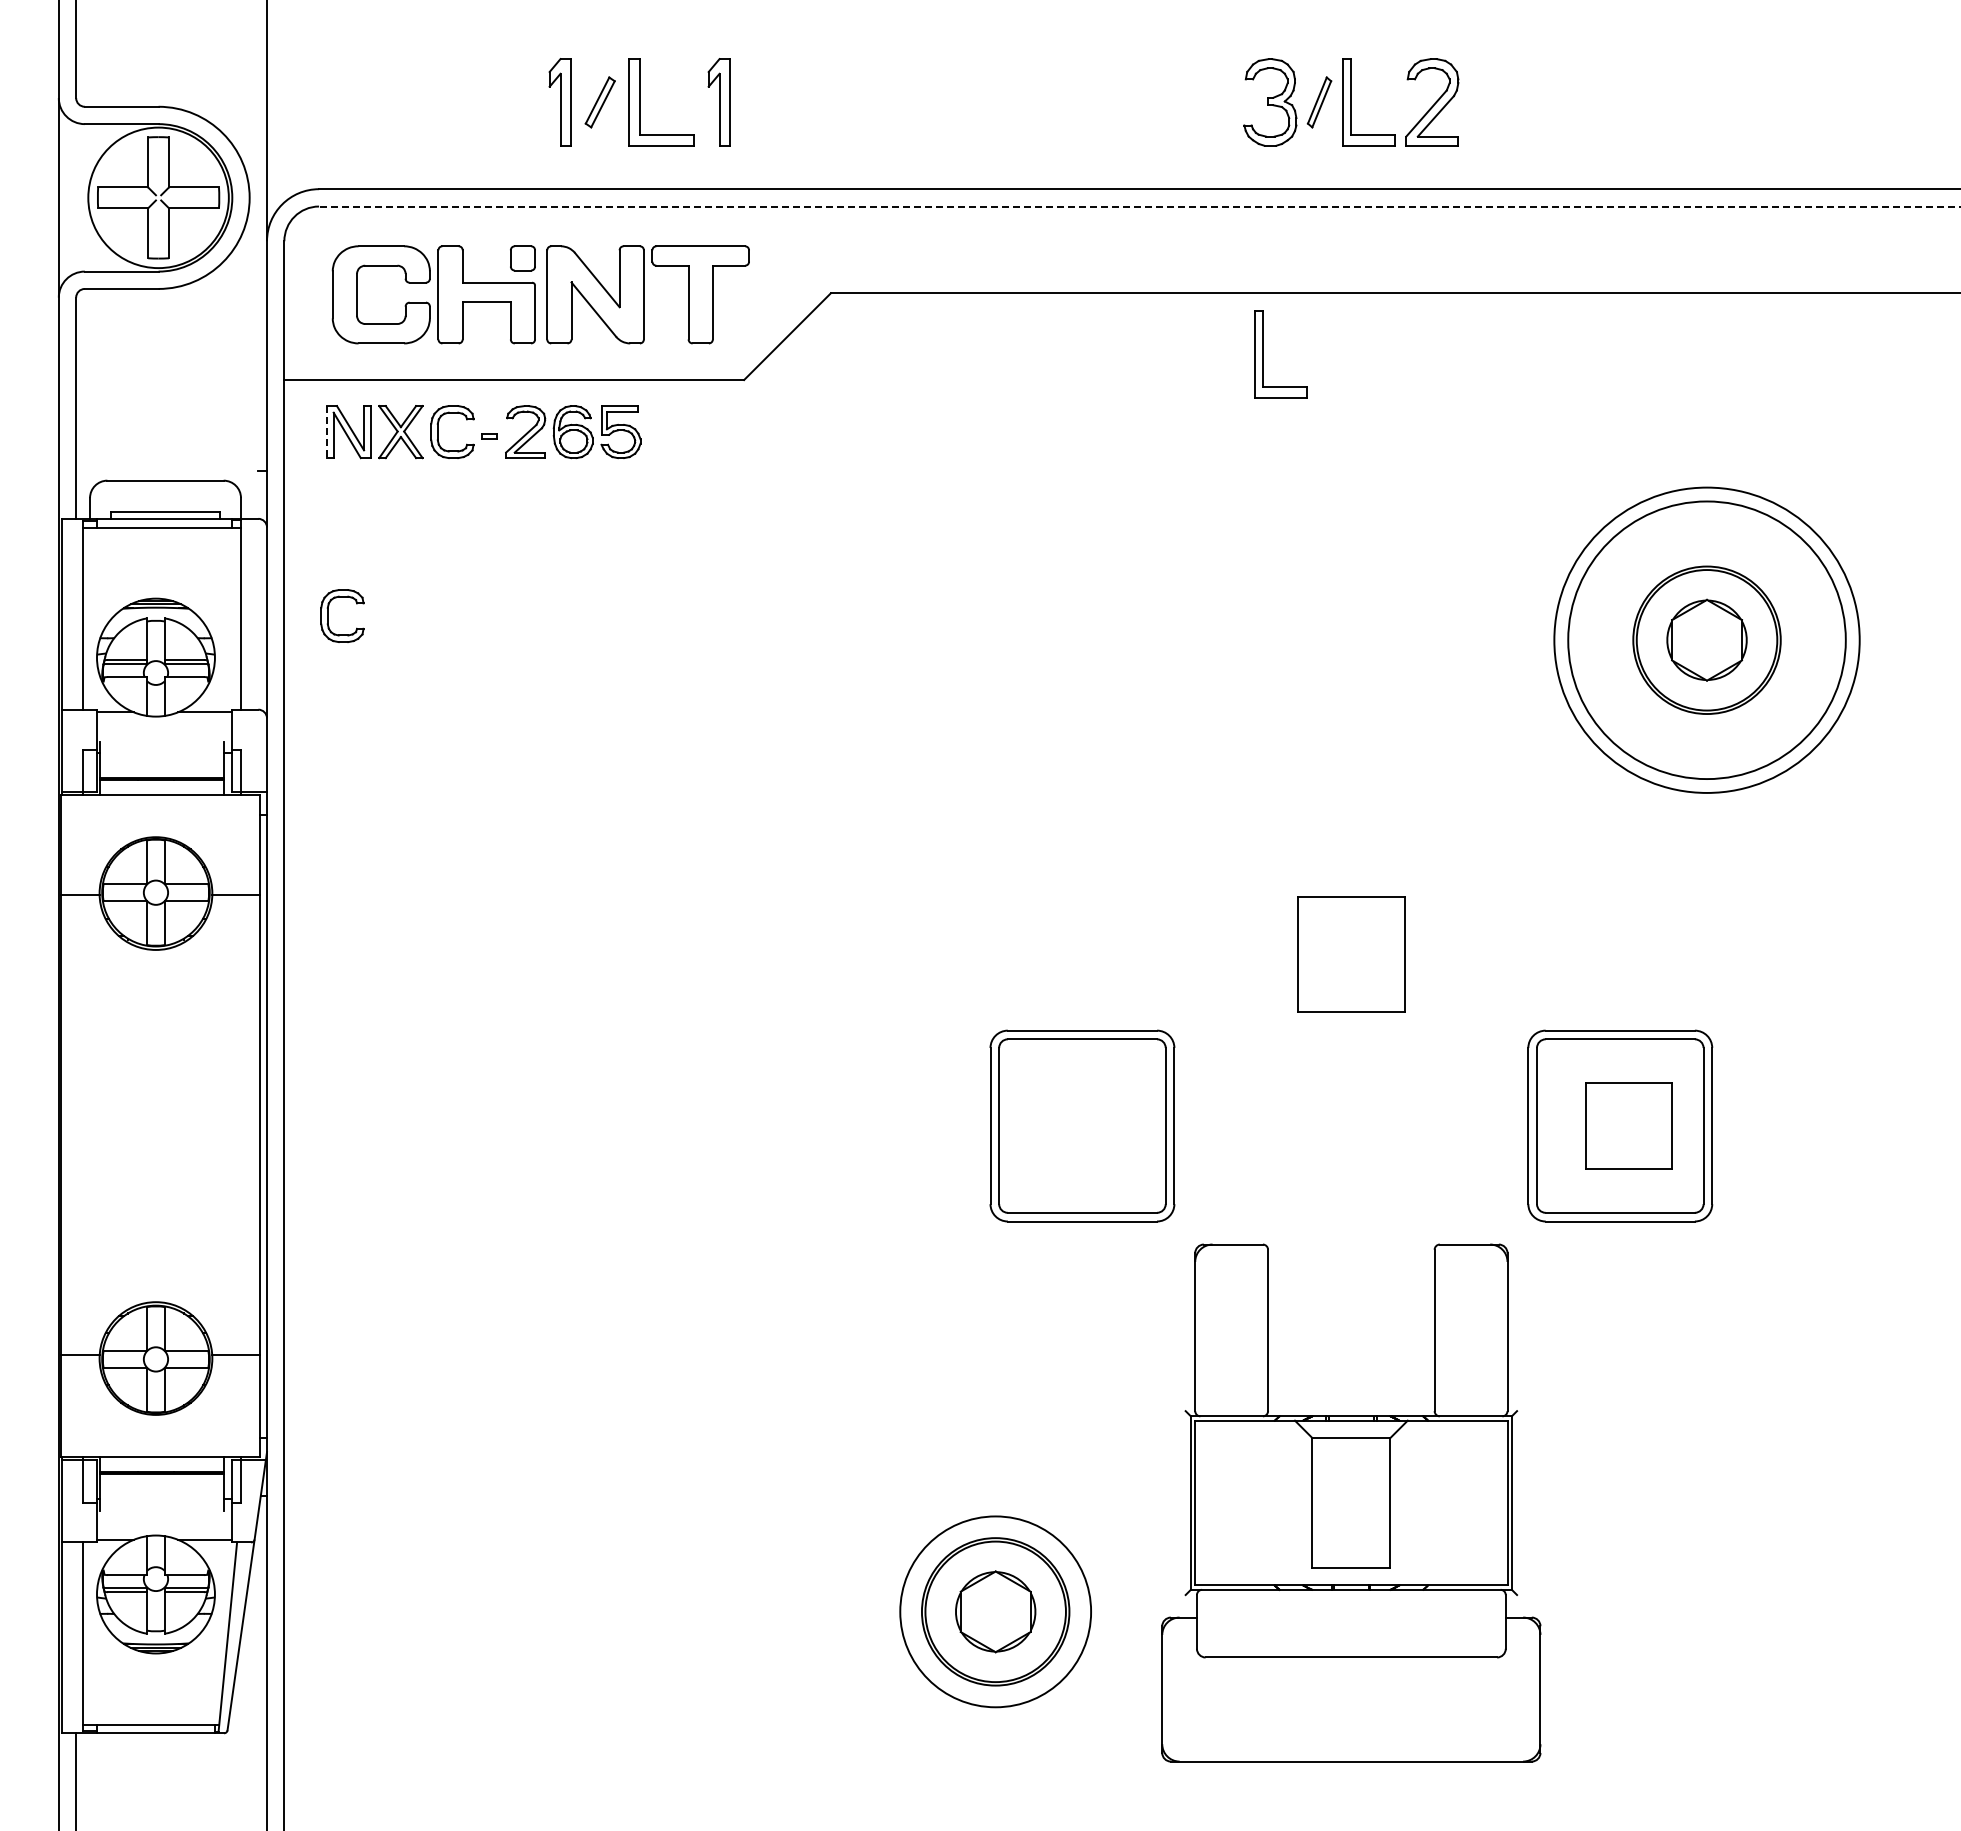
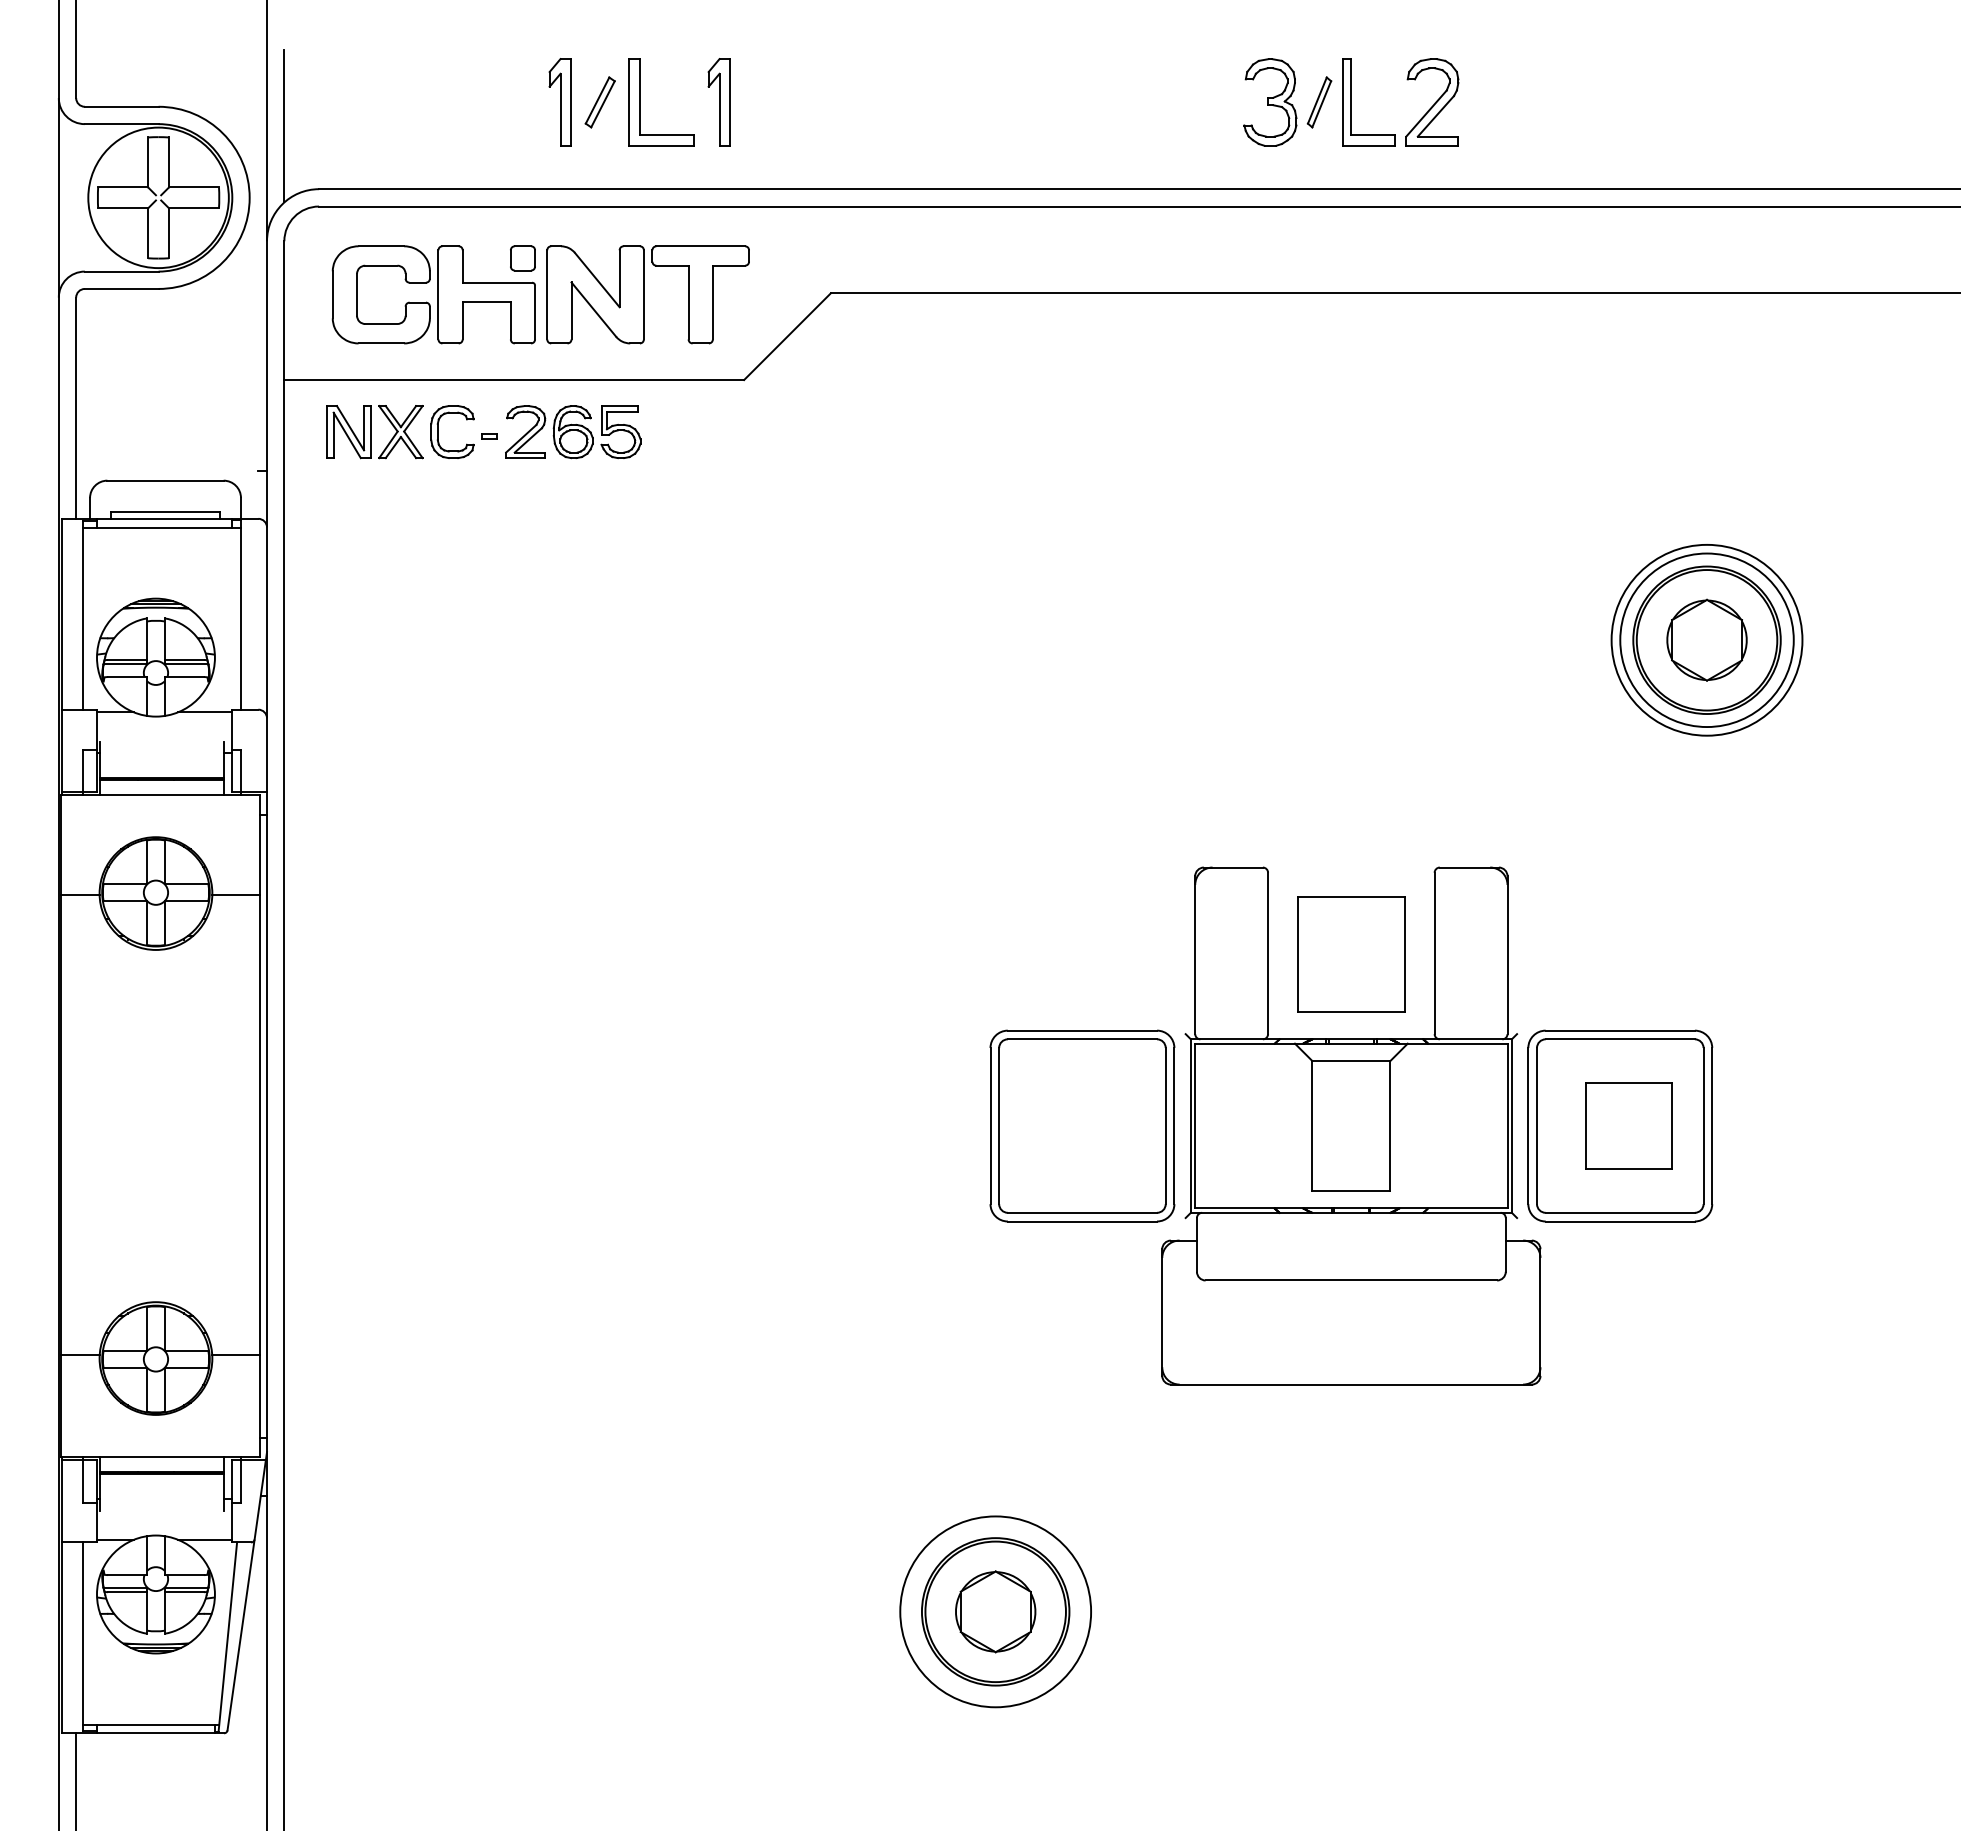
line at (284, 126): none -> present
line at (1139, 206): dashed -> solid
part at (1263, 354): present -> none
line at (327, 432): dashed -> solid
part at (328, 615): present -> none
circle at (1706, 639) diameter: 305 px -> 191 px
circle at (1706, 640) diameter: 278 px -> 173 px
part at (1351, 1502) position: (1351, 1502) -> (1351, 1125)
